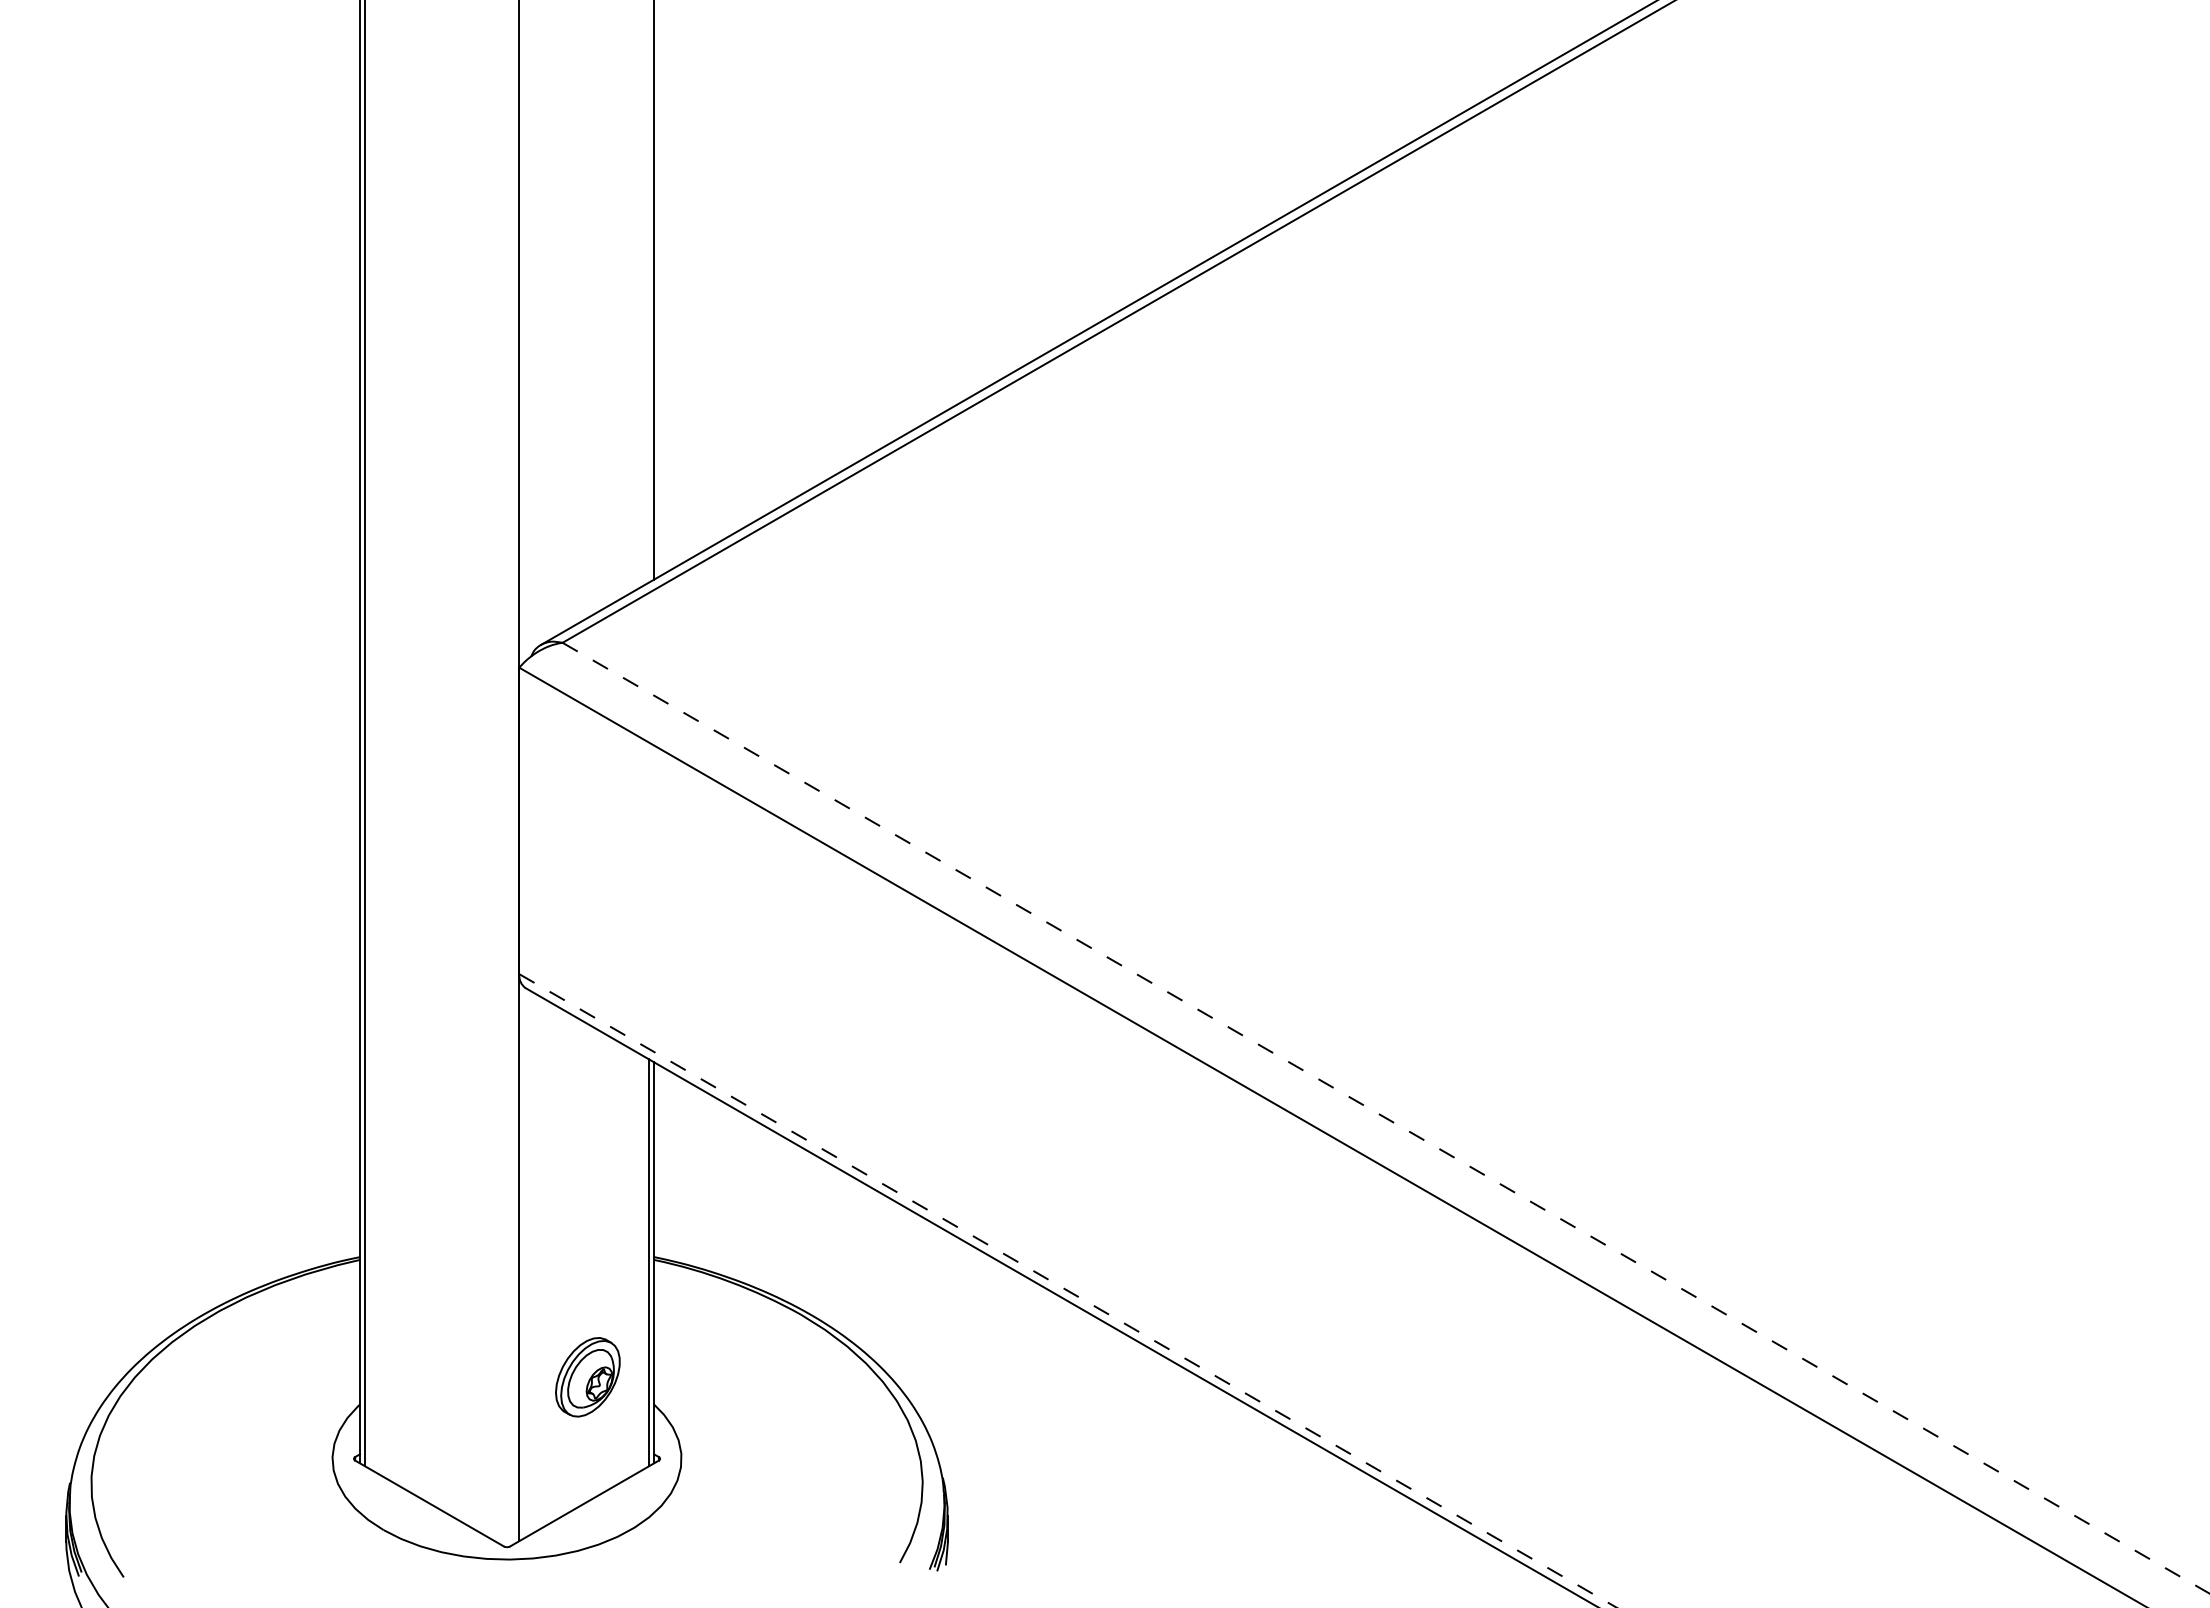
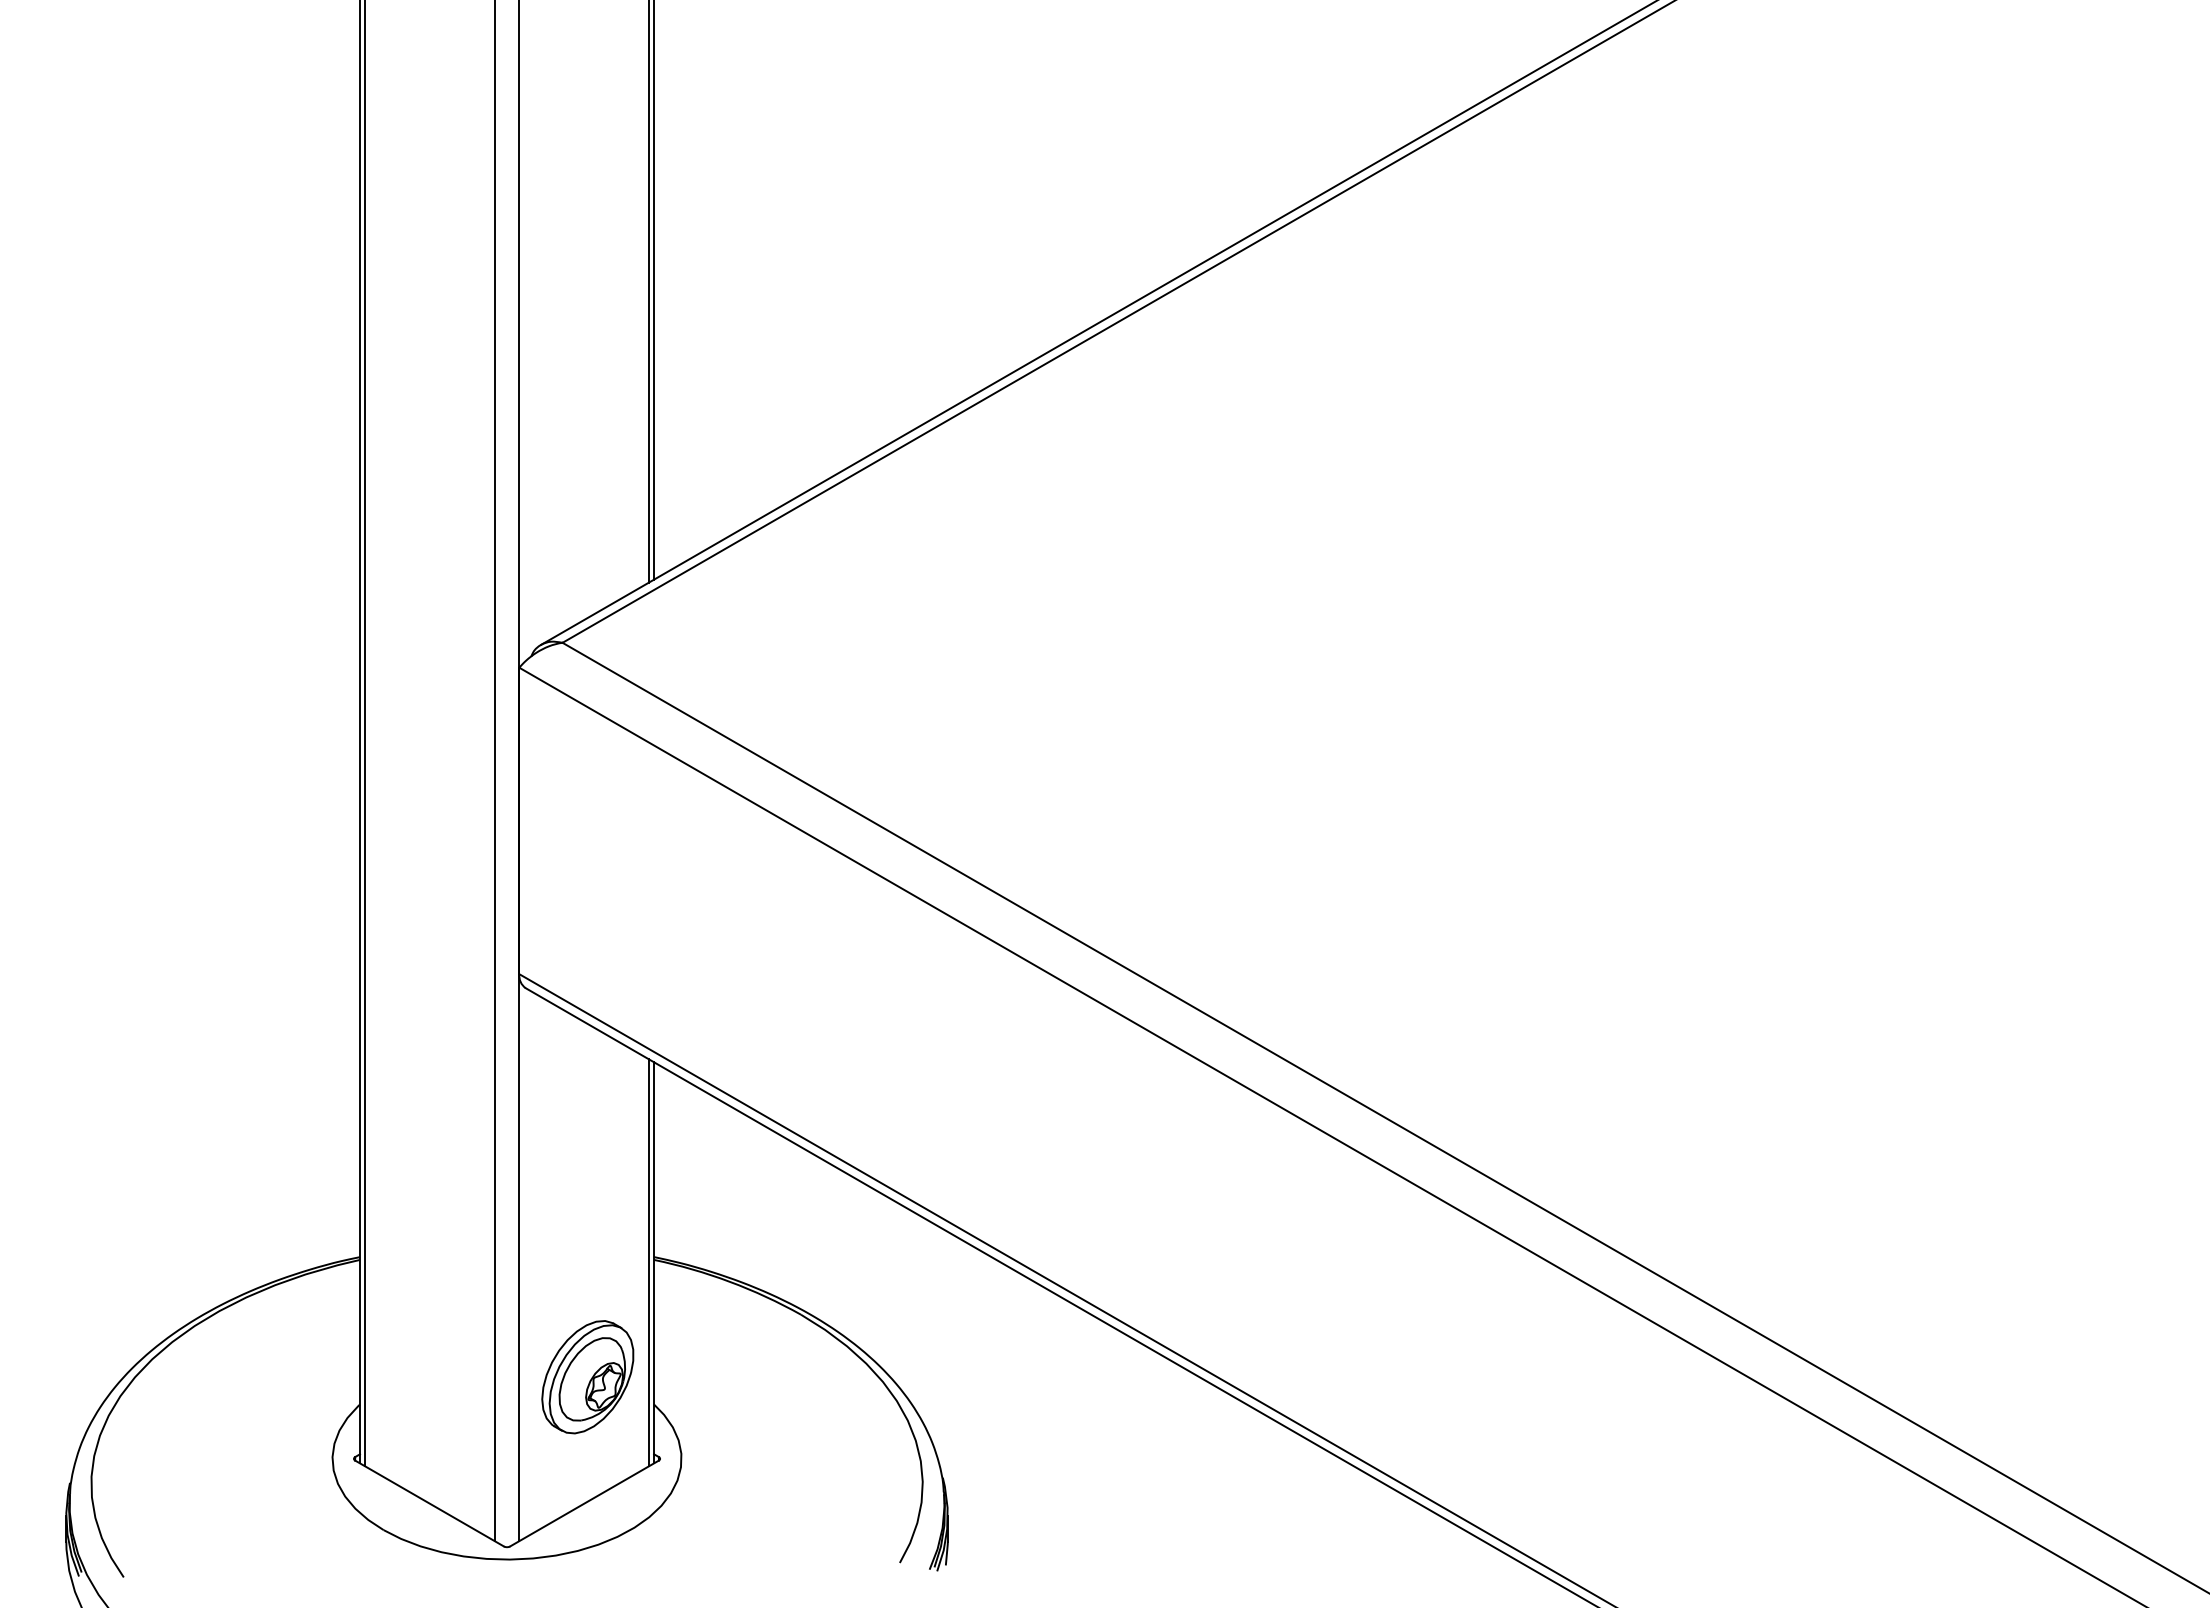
line at (649, 292): none -> present
line at (494, 771): none -> present
line at (1386, 1118): dashed -> solid
line at (1068, 1291): dashed -> solid
part at (587, 1377) size: 66x81 px -> 94x115 px
